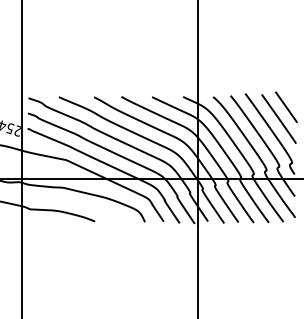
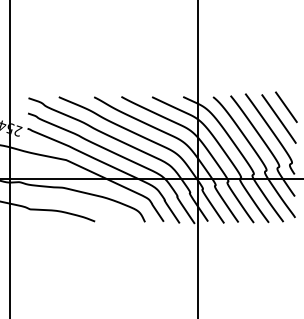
line at (22, 158) position: (22, 158) -> (10, 158)
